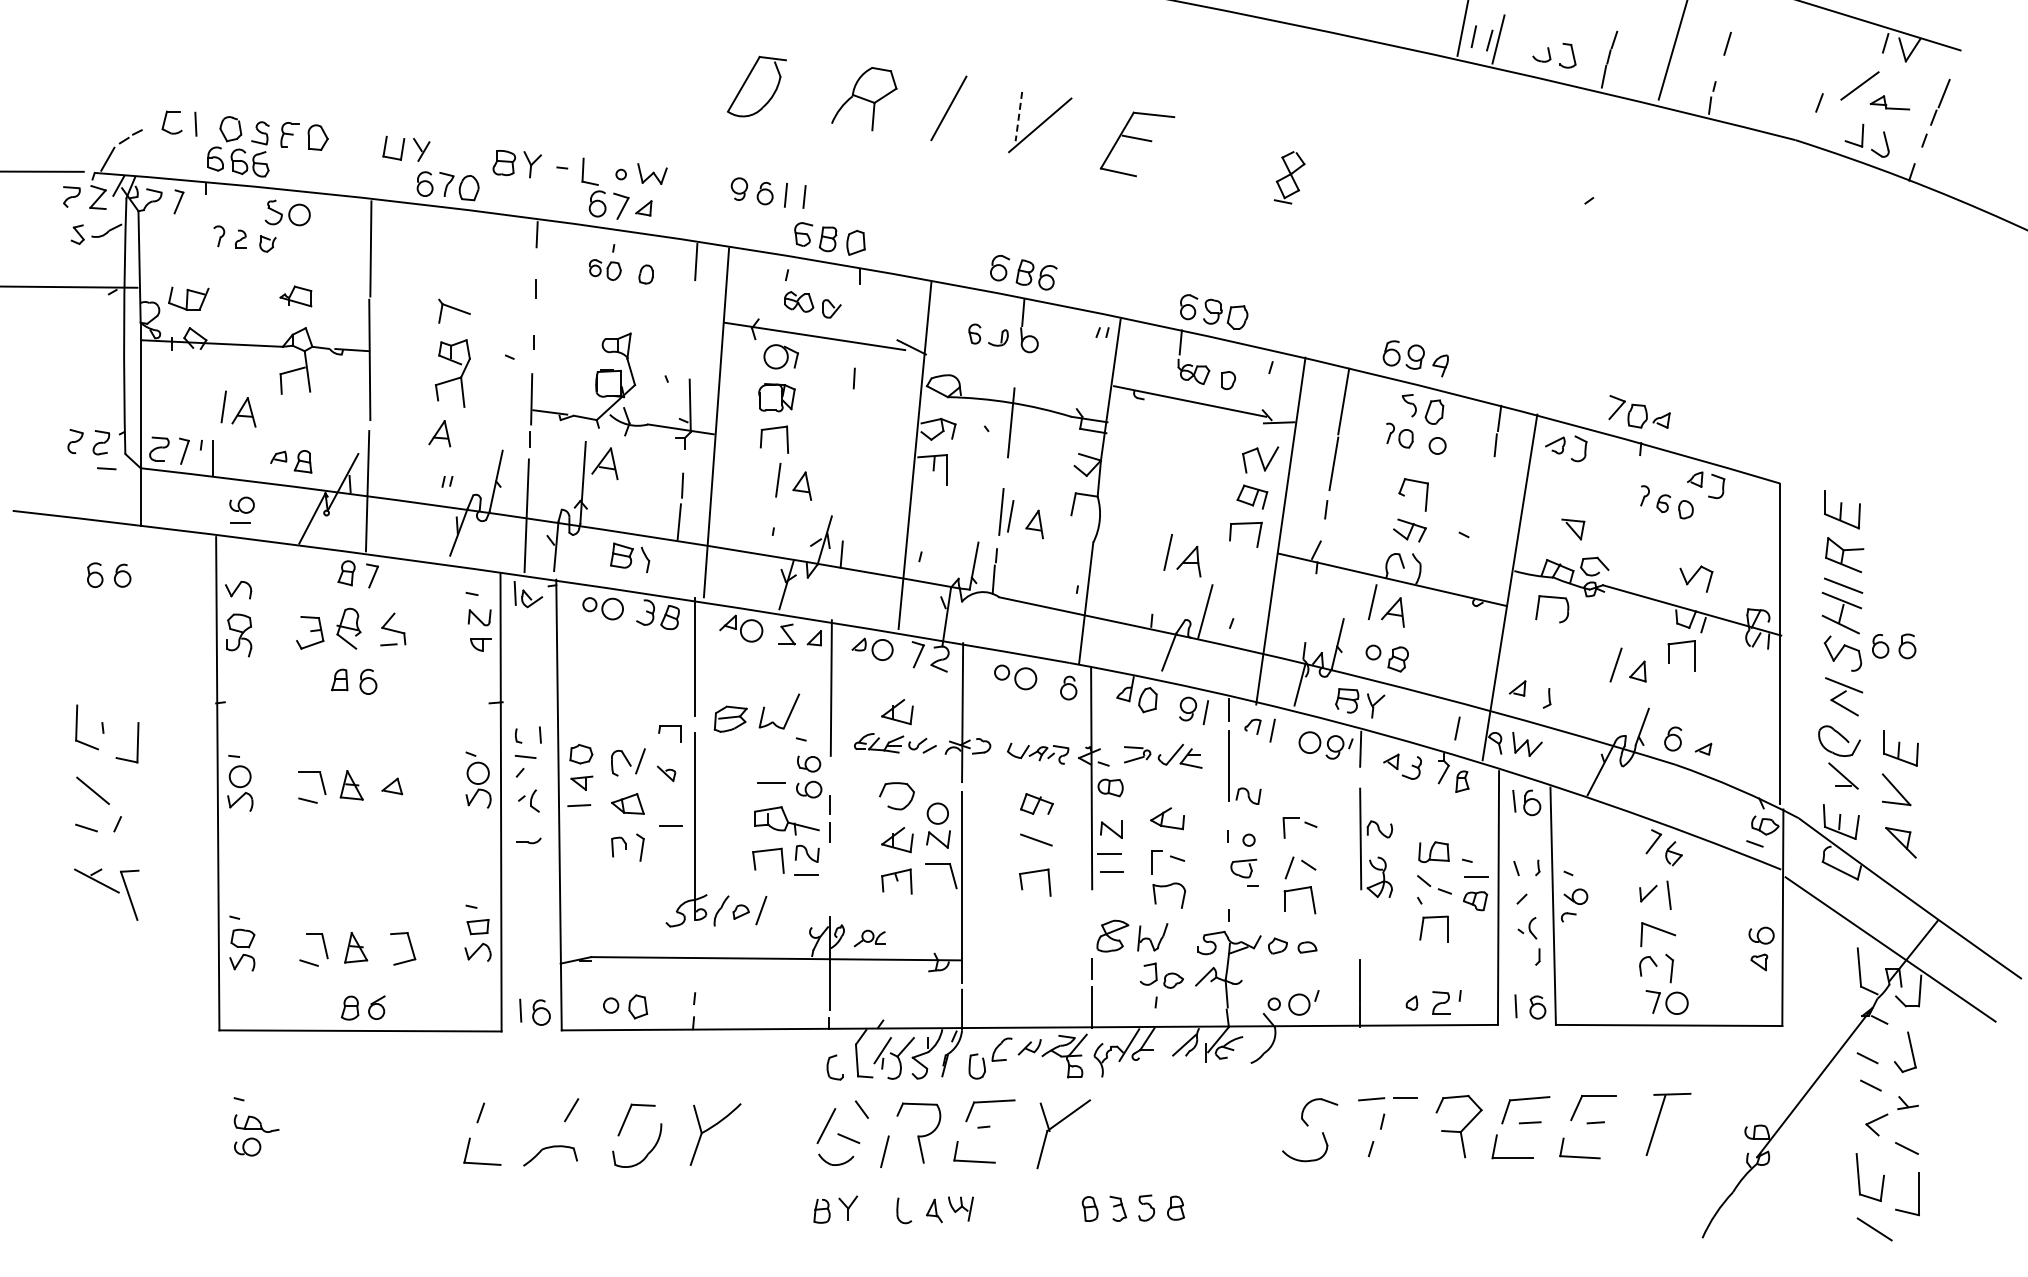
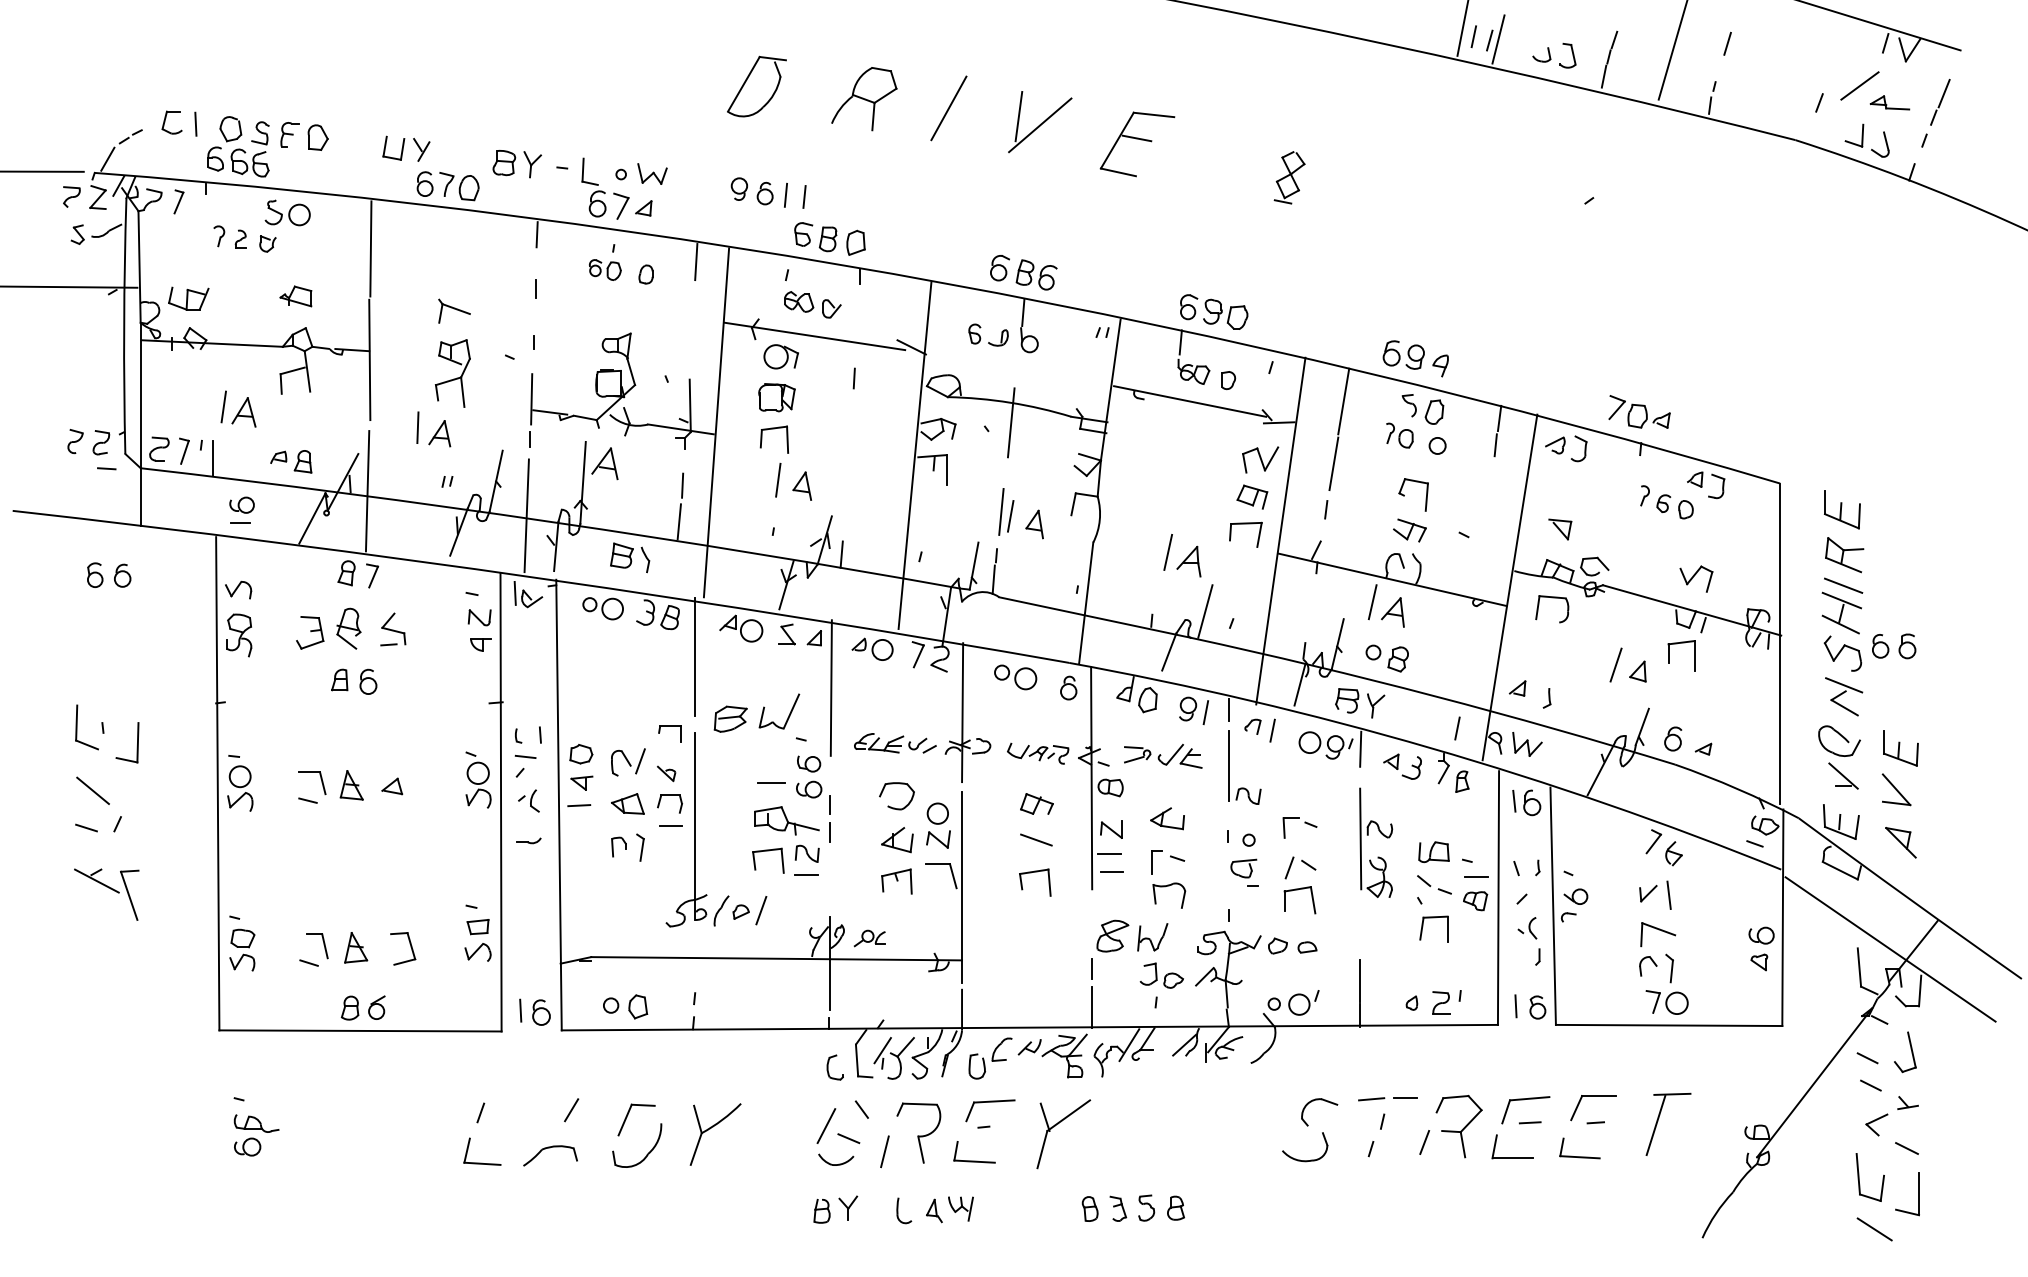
line at (1018, 116): dashed -> solid
line at (417, 427): none -> present
part at (1573, 529) position: (1573, 529) -> (1560, 529)
part at (897, 712): present -> none
part at (669, 795): none -> present
line at (1424, 1142): none -> present
